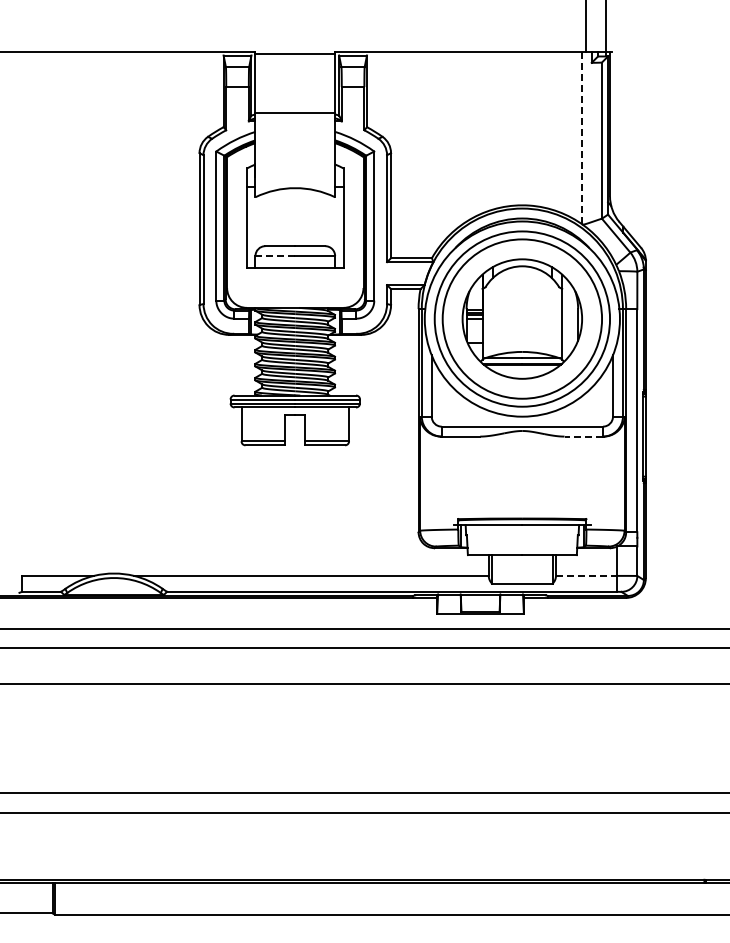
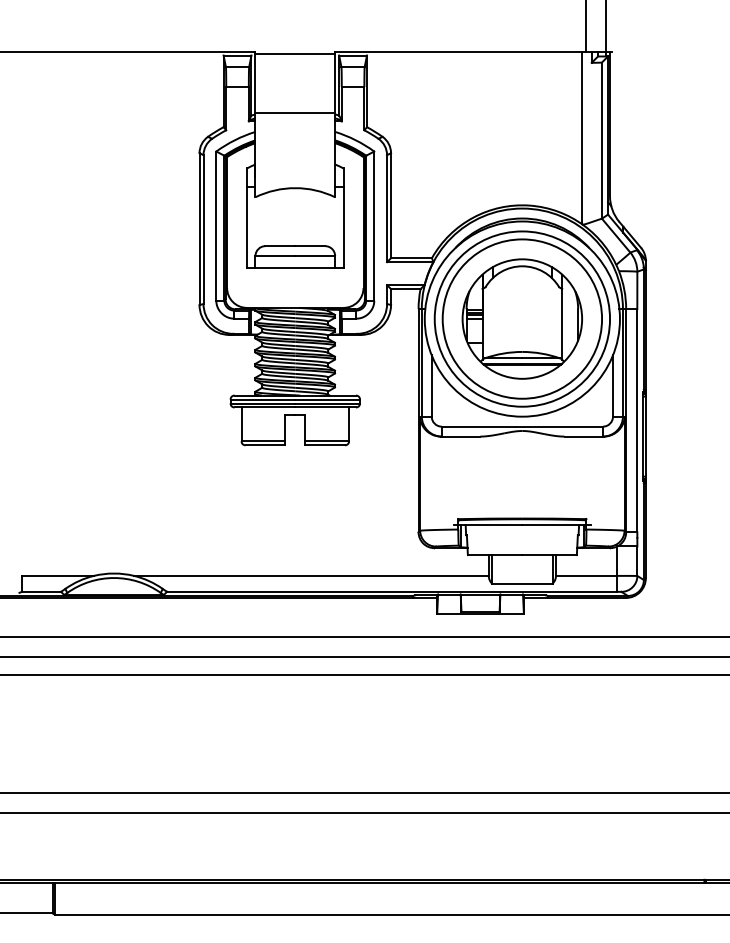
line at (582, 137): dashed -> solid
line at (275, 256): dashed -> solid
line at (583, 436): dashed -> solid
line at (586, 575): dashed -> solid
line at (364, 629) position: (364, 629) -> (364, 637)
line at (364, 647) position: (364, 647) -> (364, 656)
line at (364, 684) position: (364, 684) -> (364, 675)
